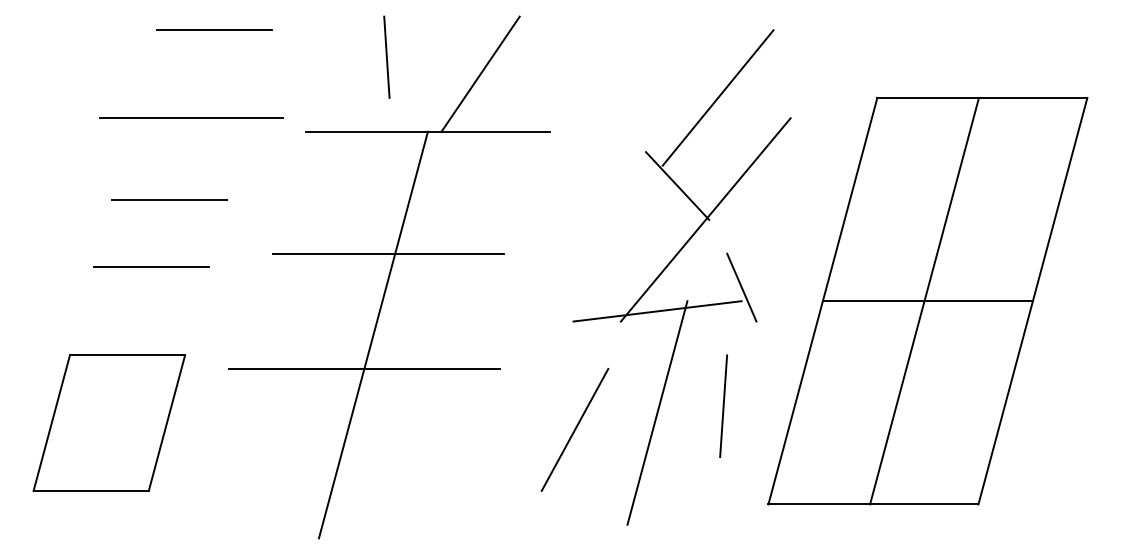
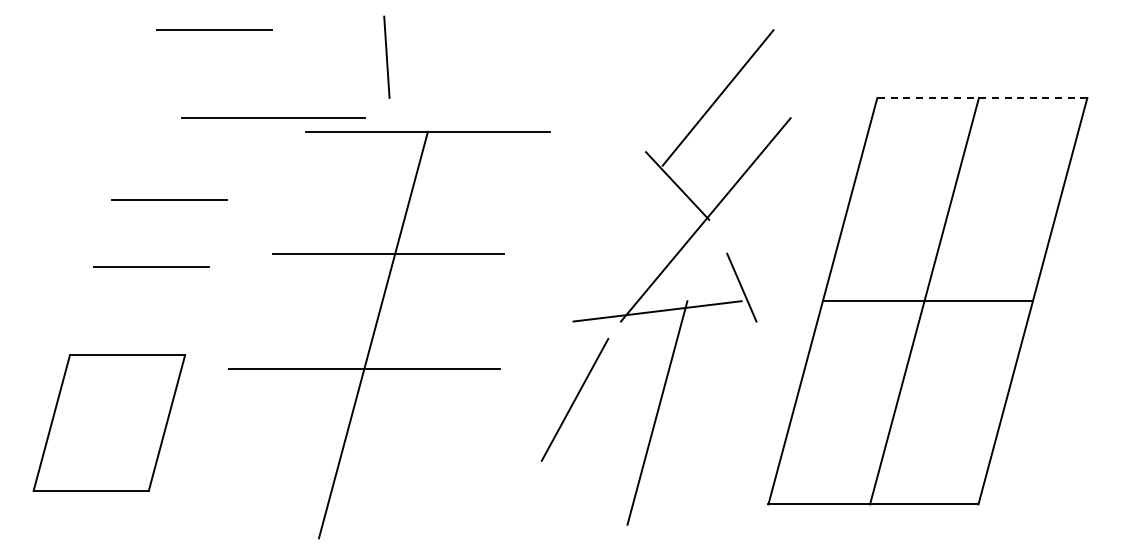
line at (480, 73): present -> none
line at (981, 97): solid -> dashed
line at (191, 117) position: (191, 117) -> (273, 117)
line at (723, 406): present -> none
line at (574, 429) position: (574, 429) -> (574, 399)
